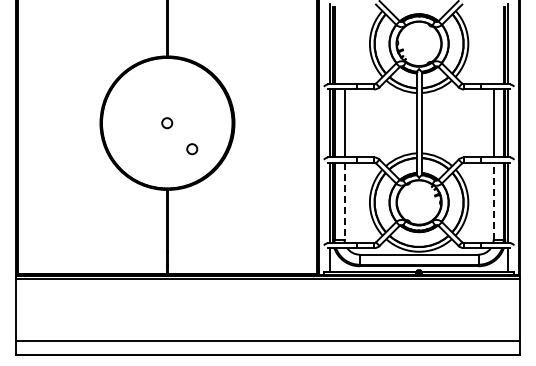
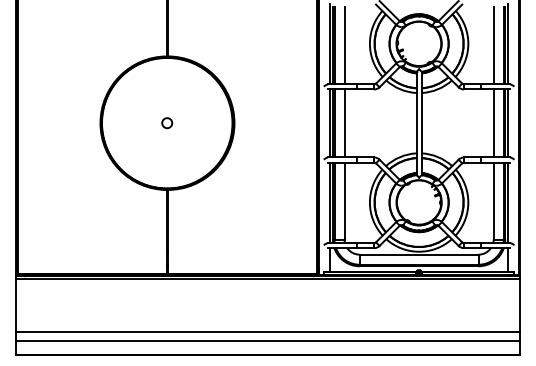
line at (344, 45): none -> present
line at (493, 45): none -> present
circle at (192, 149): present -> none
line at (344, 201): dashed -> solid
line at (493, 201): dashed -> solid
line at (267, 331): none -> present
